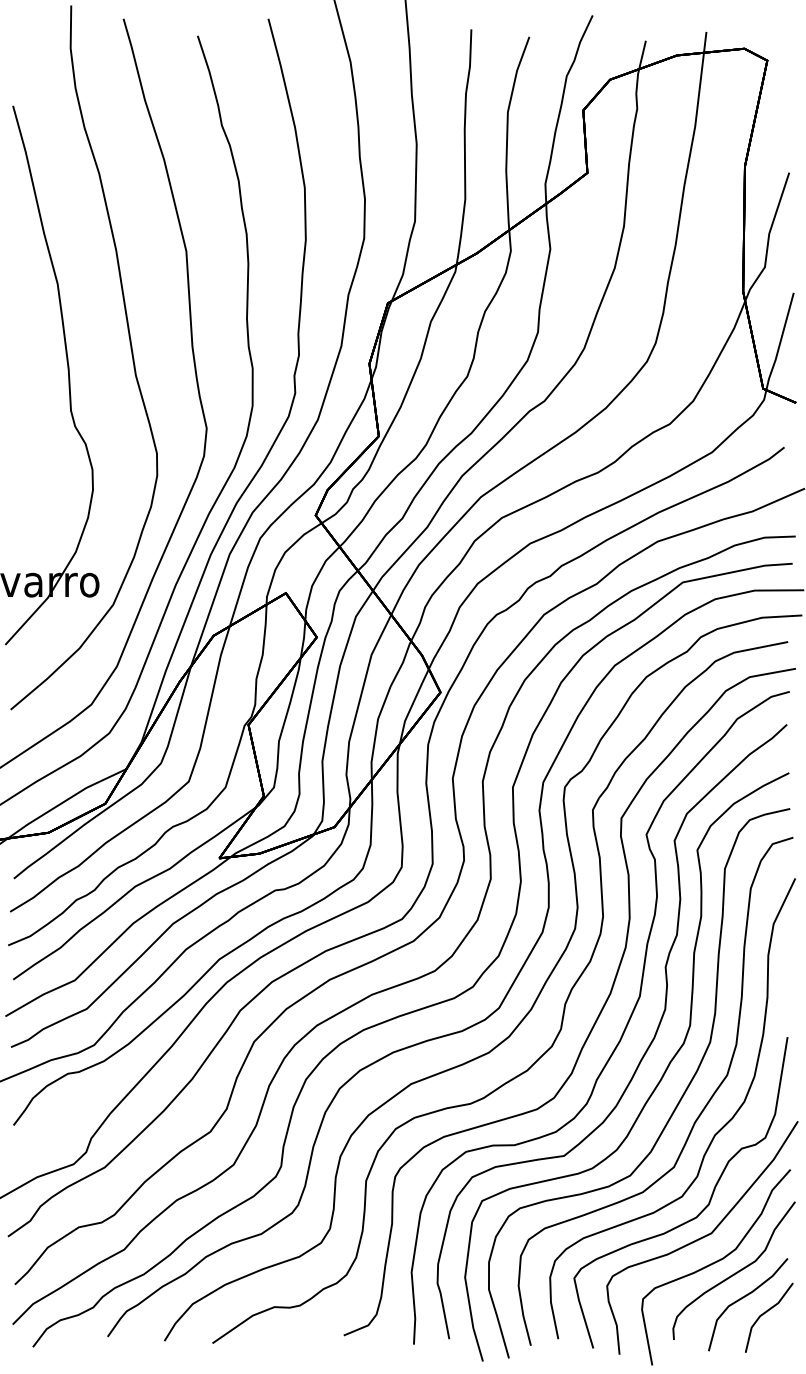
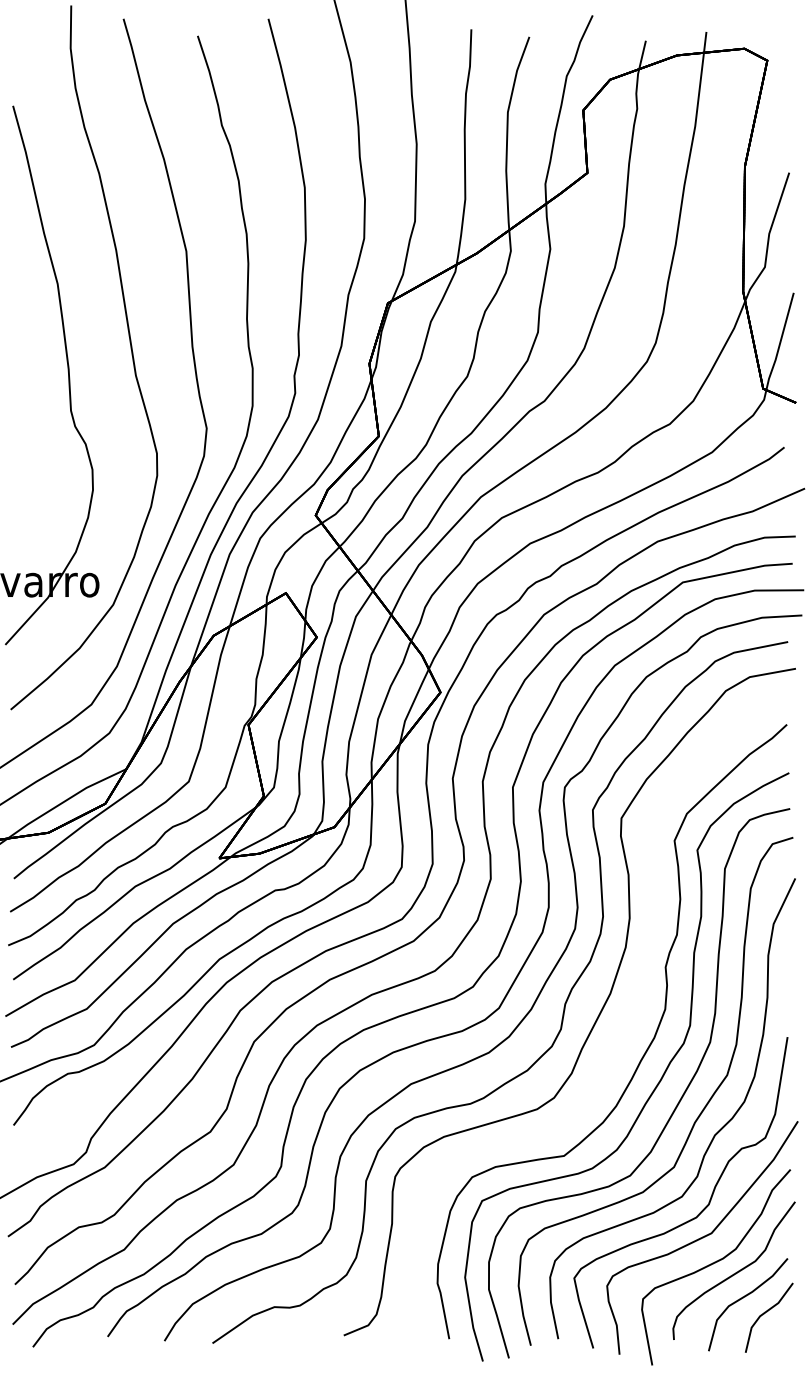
part at (625, 1025): present -> none
